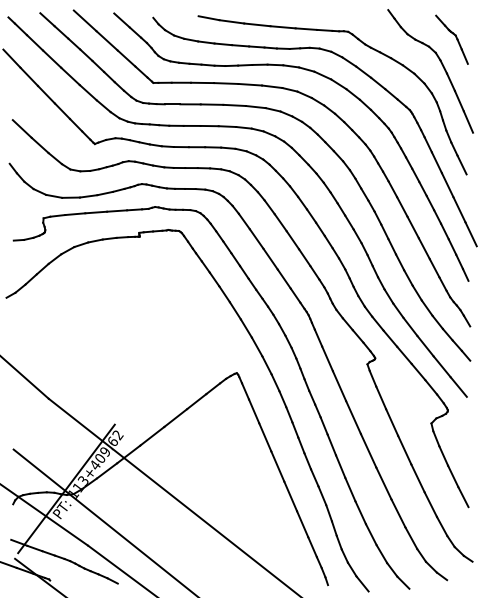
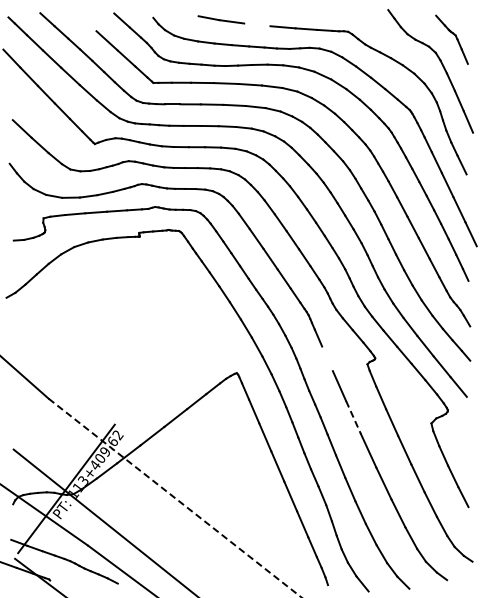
line at (84, 20): present -> none
line at (257, 24): present -> none
line at (327, 358): present -> none
line at (353, 417): solid -> dashed
line at (175, 498): solid -> dashed
